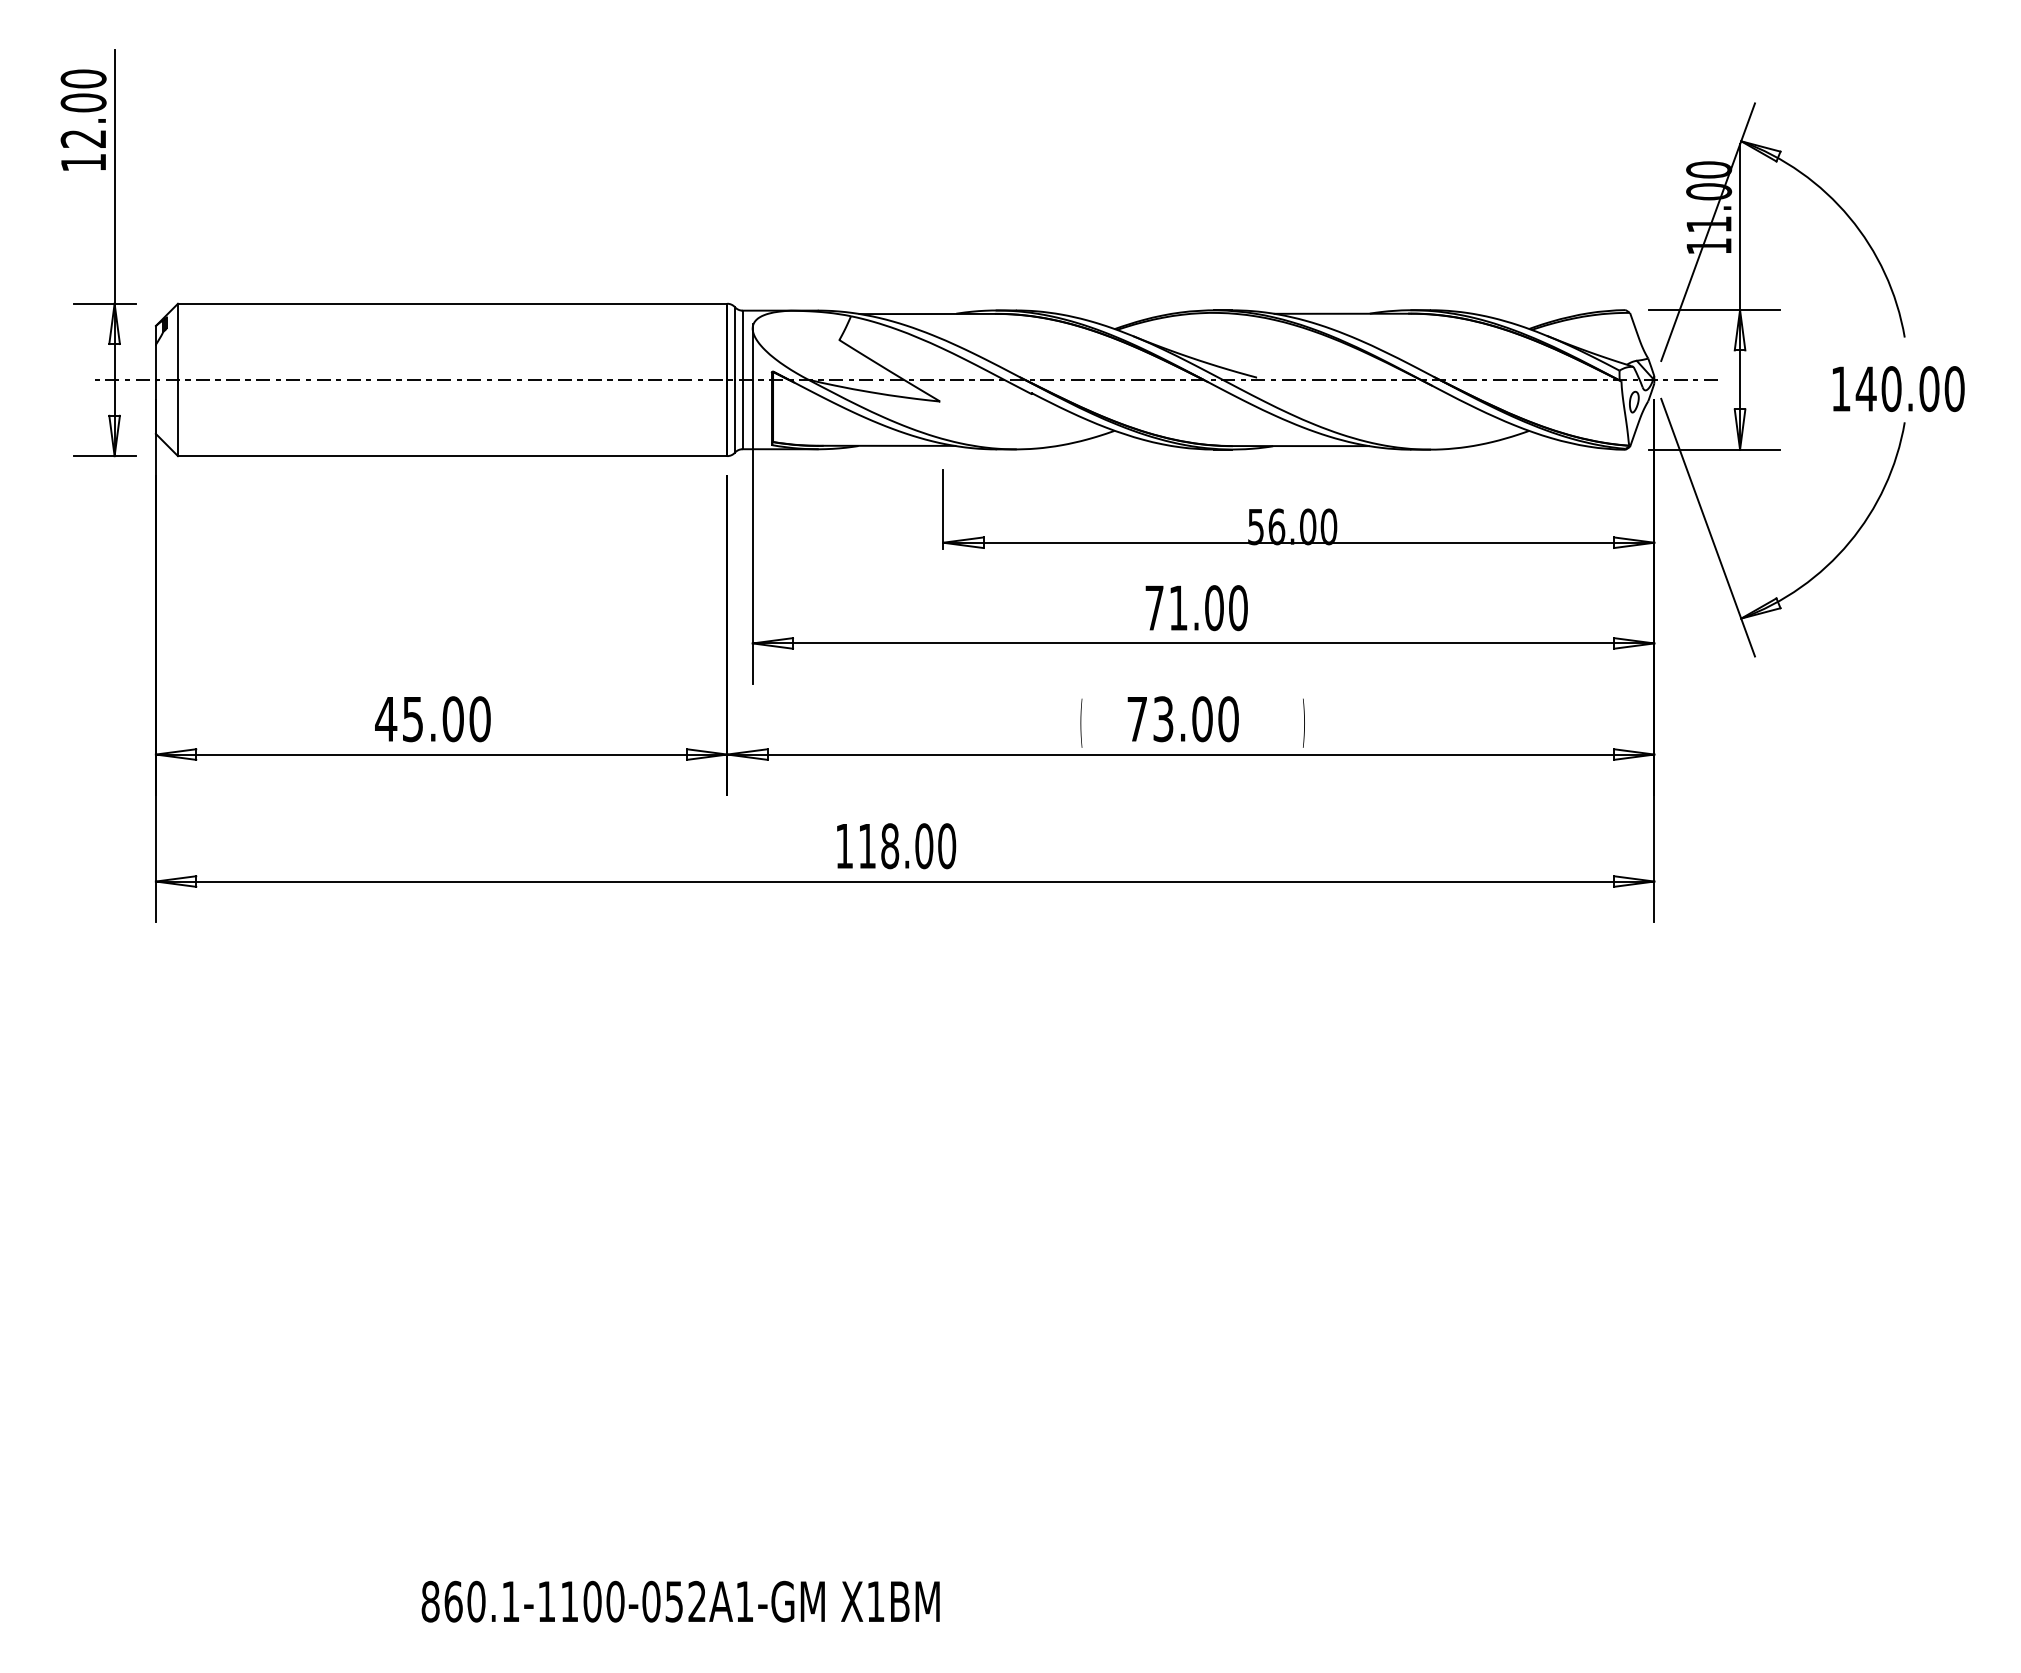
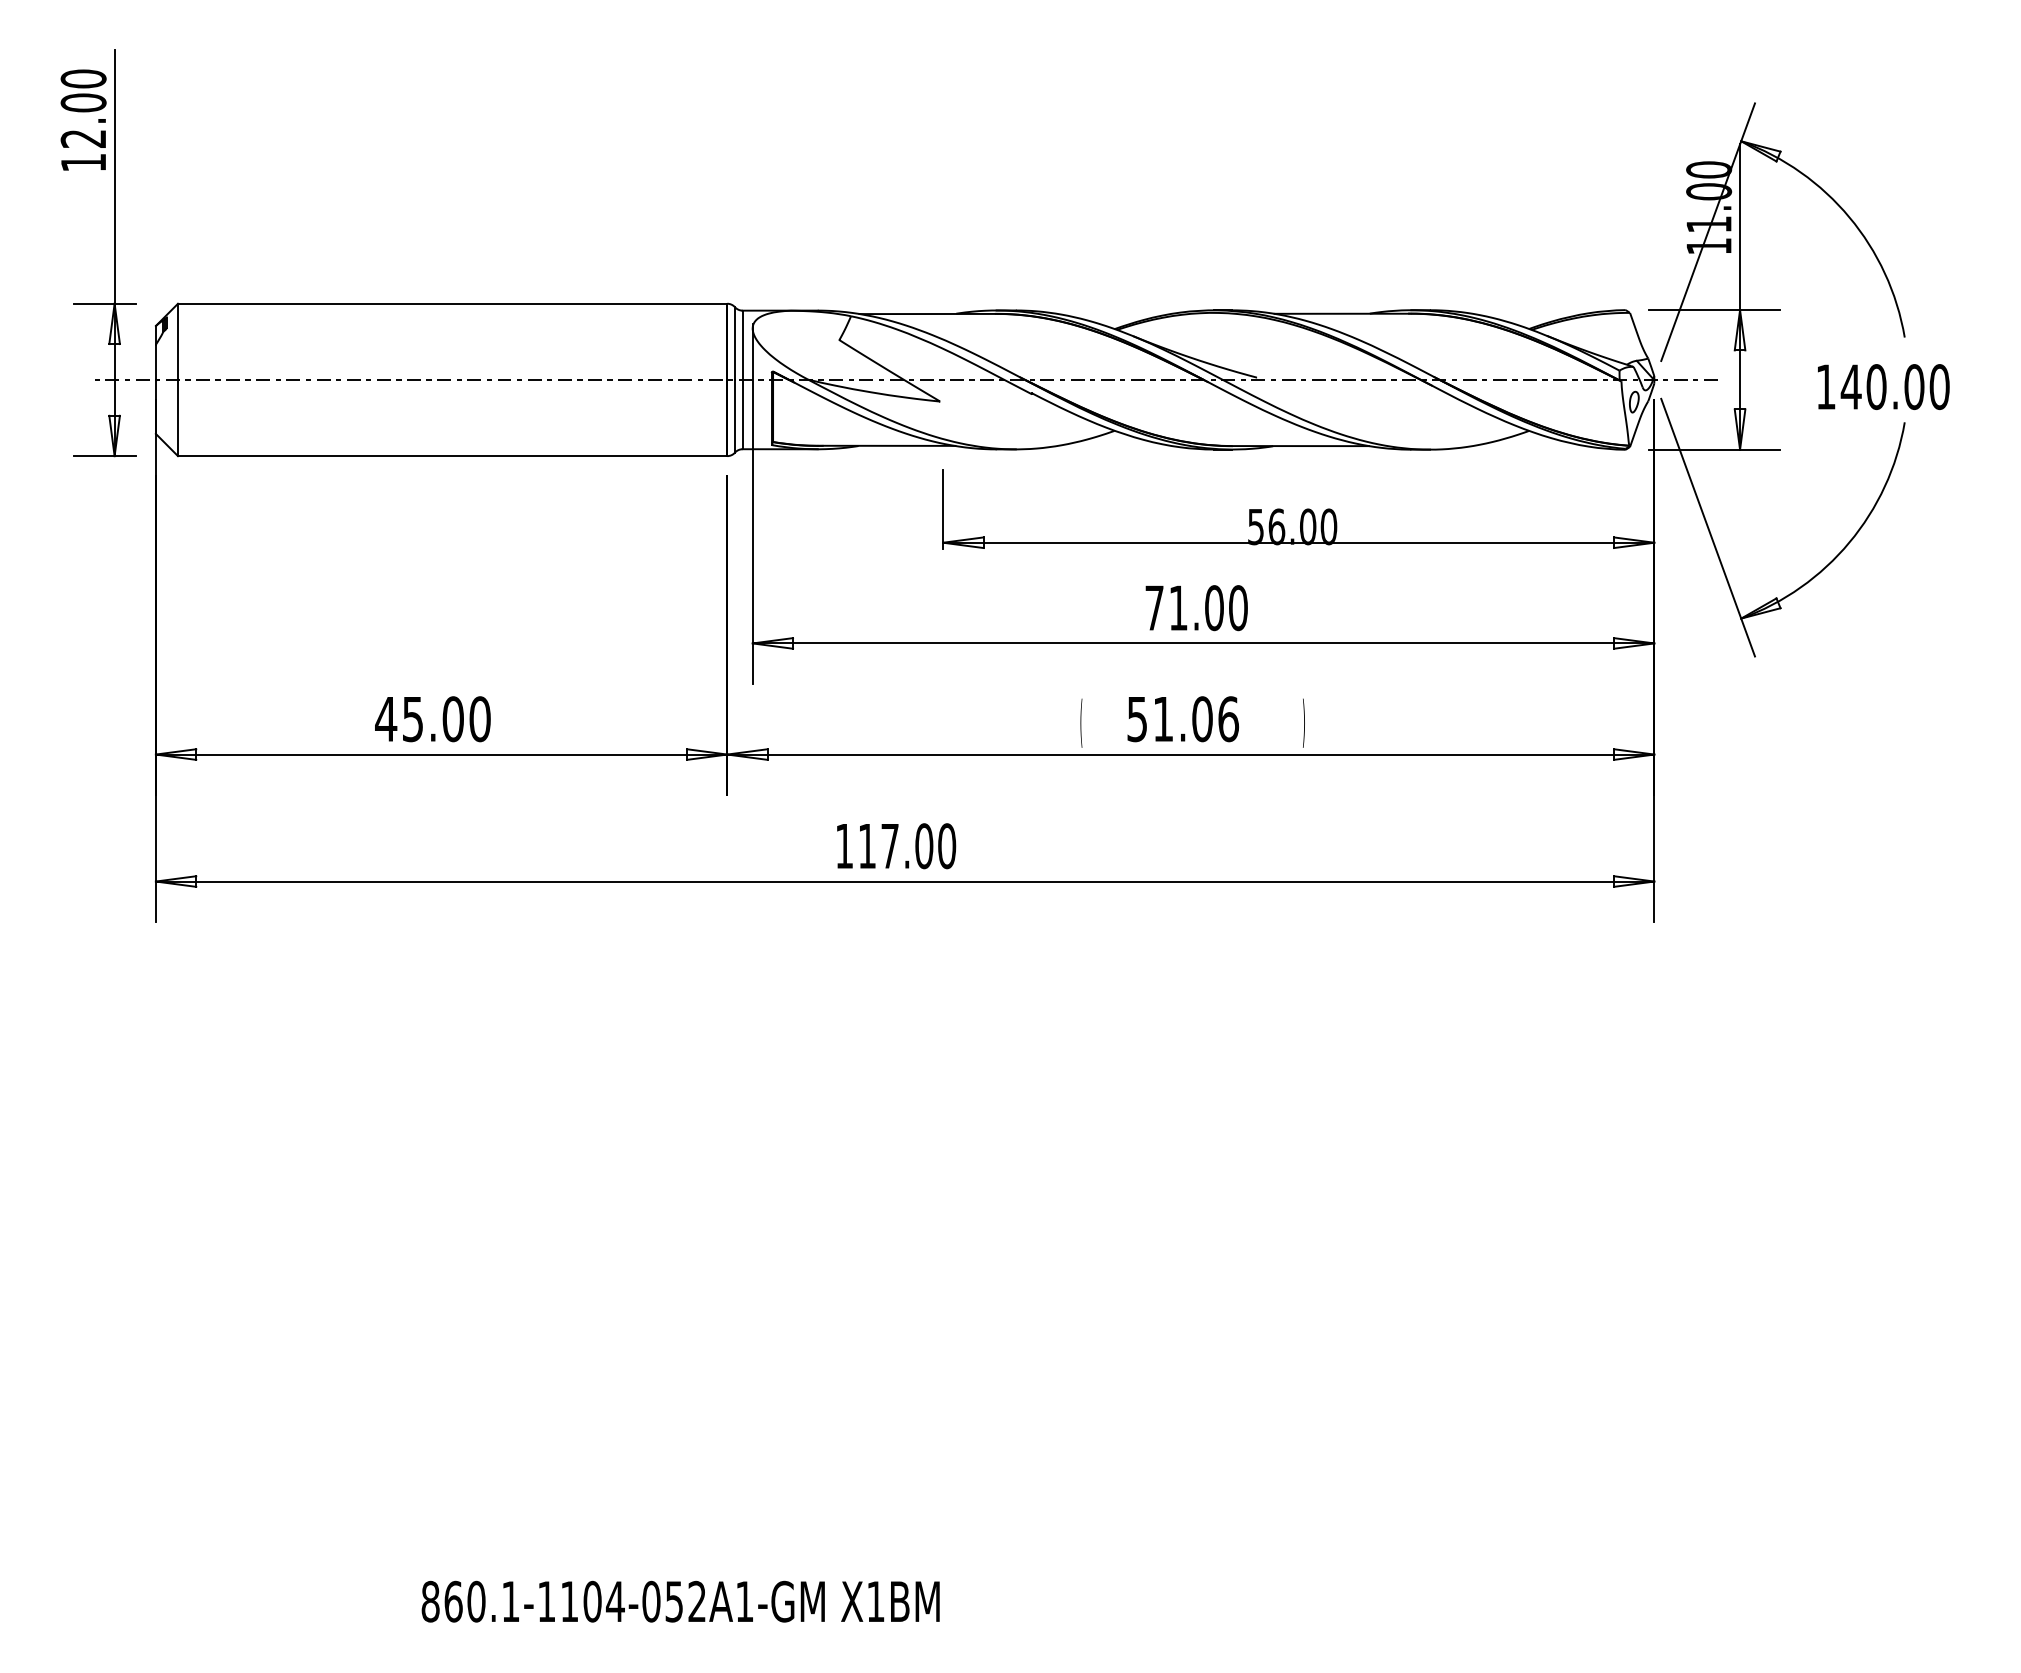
text at (1898, 388) position: (1898, 388) -> (1883, 386)
text at (1183, 719): 73.00 -> 51.06
text at (890, 846): 118.00 -> 117.00
text at (615, 1601): 860.1-1100-052A1-GM -> 860.1-1104-052A1-GM
